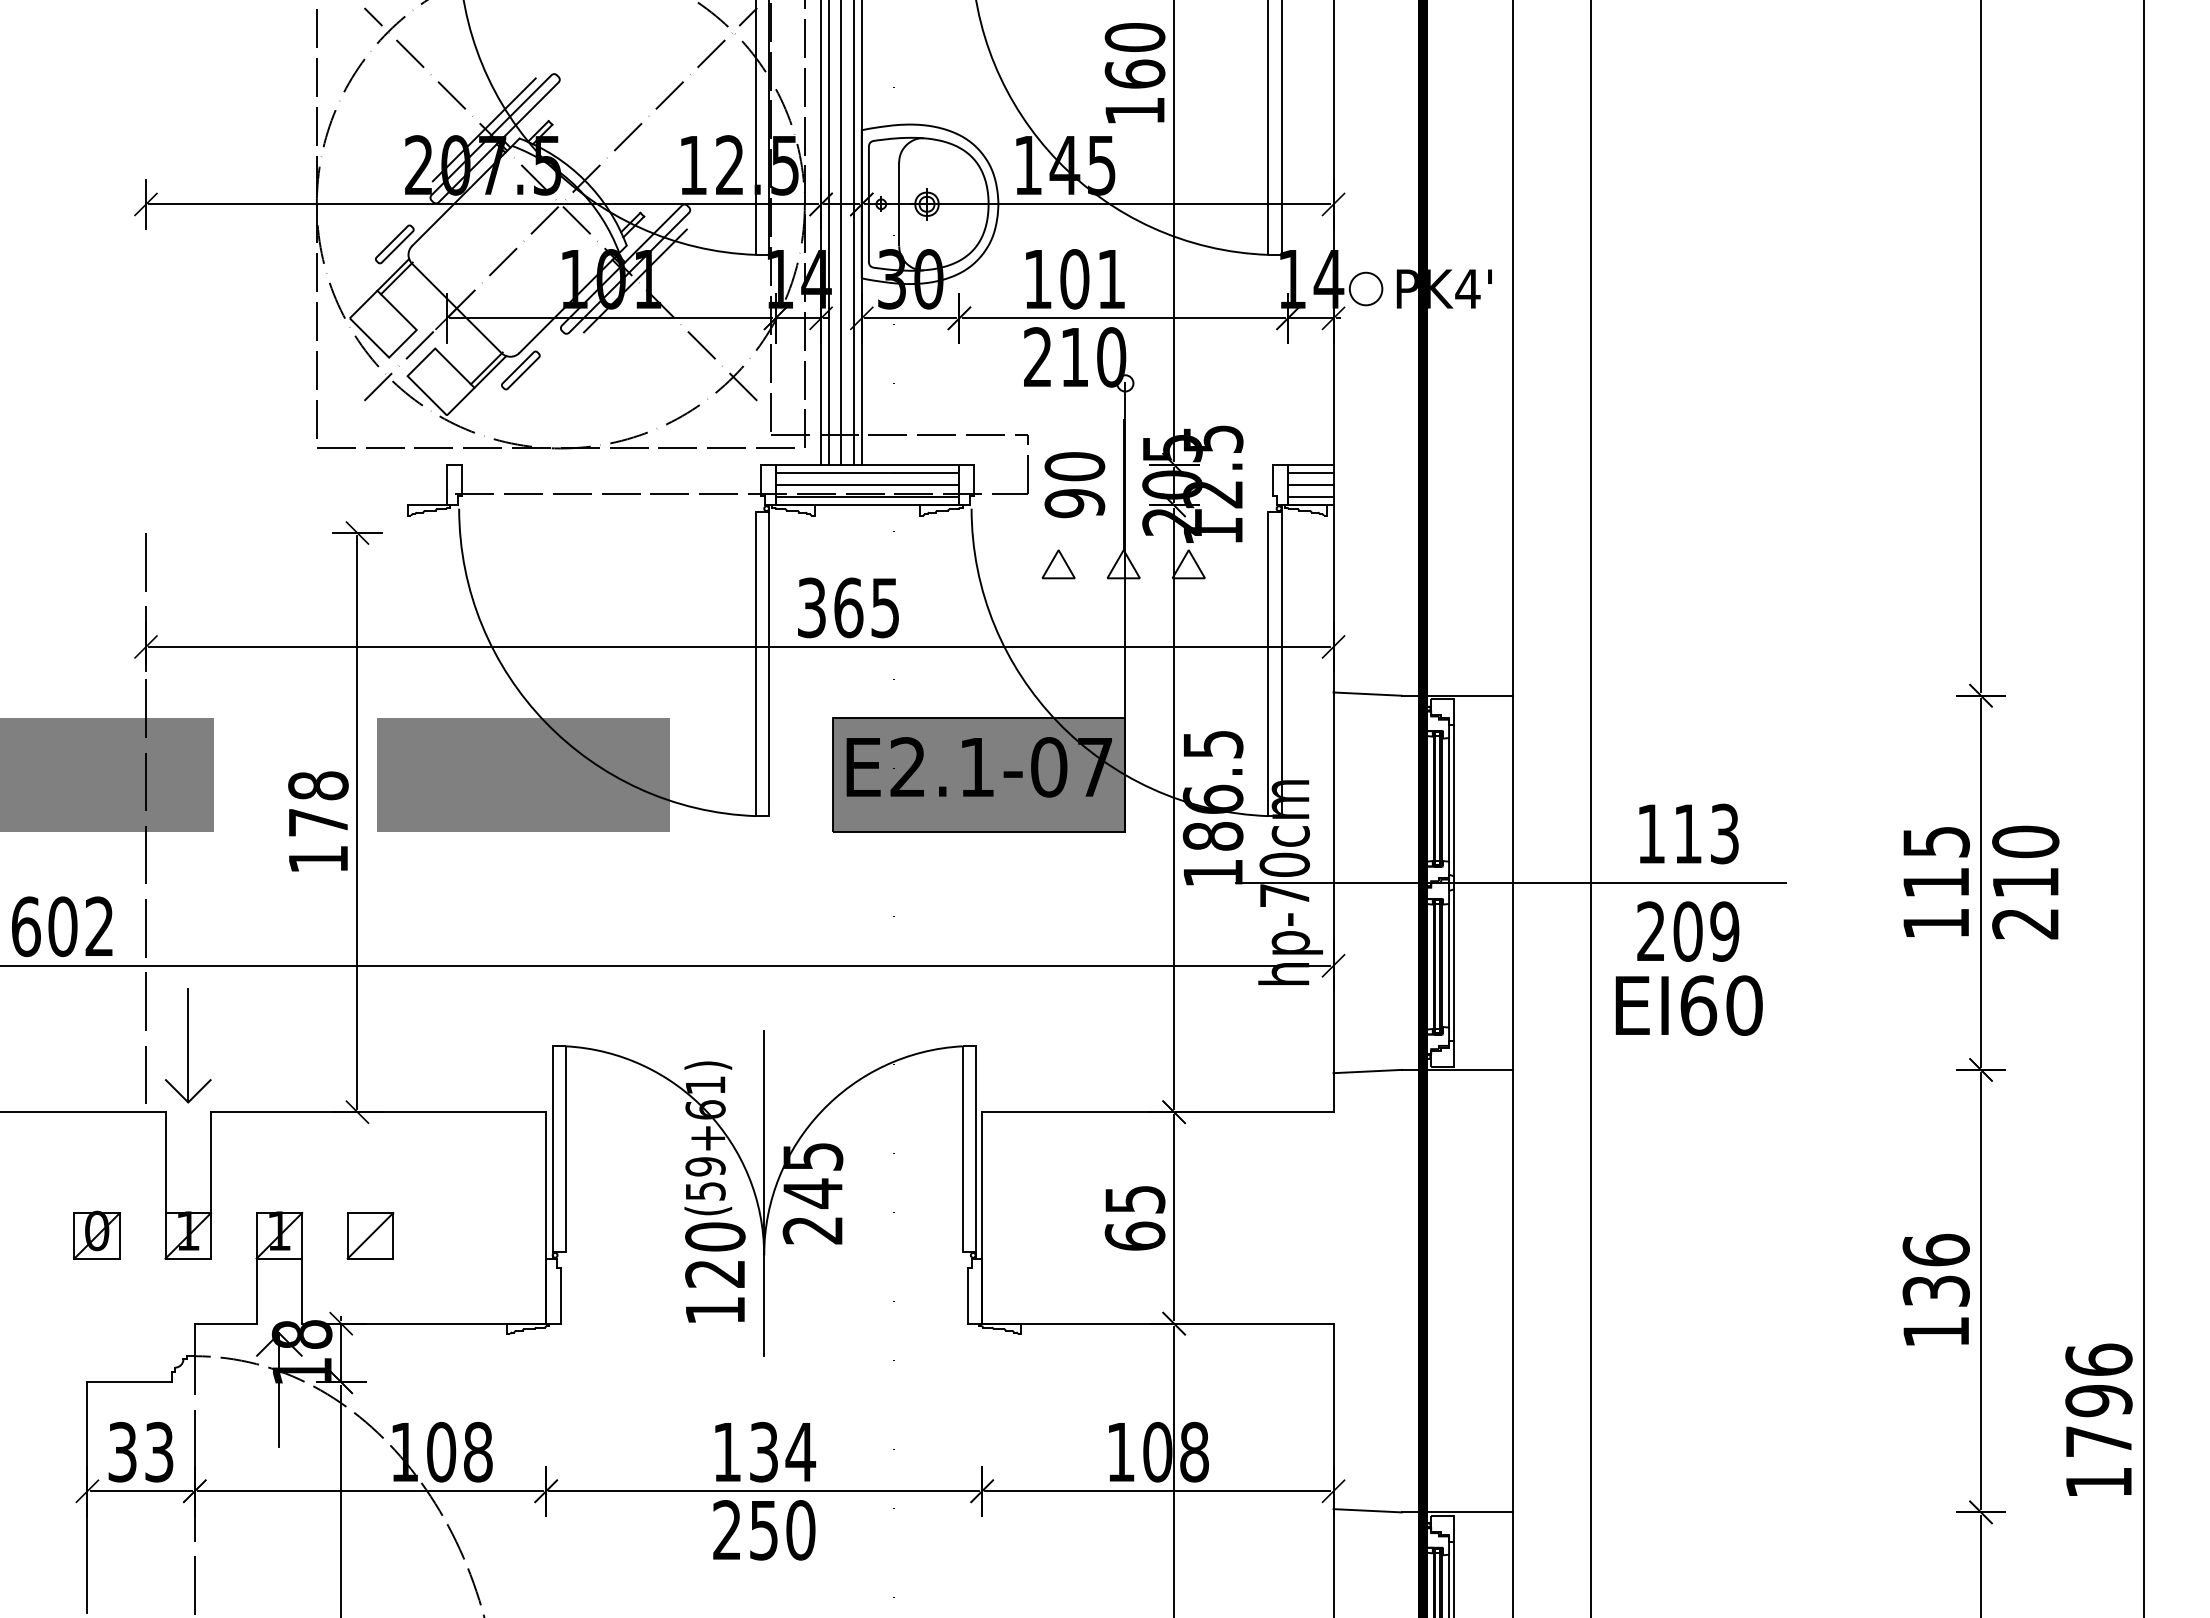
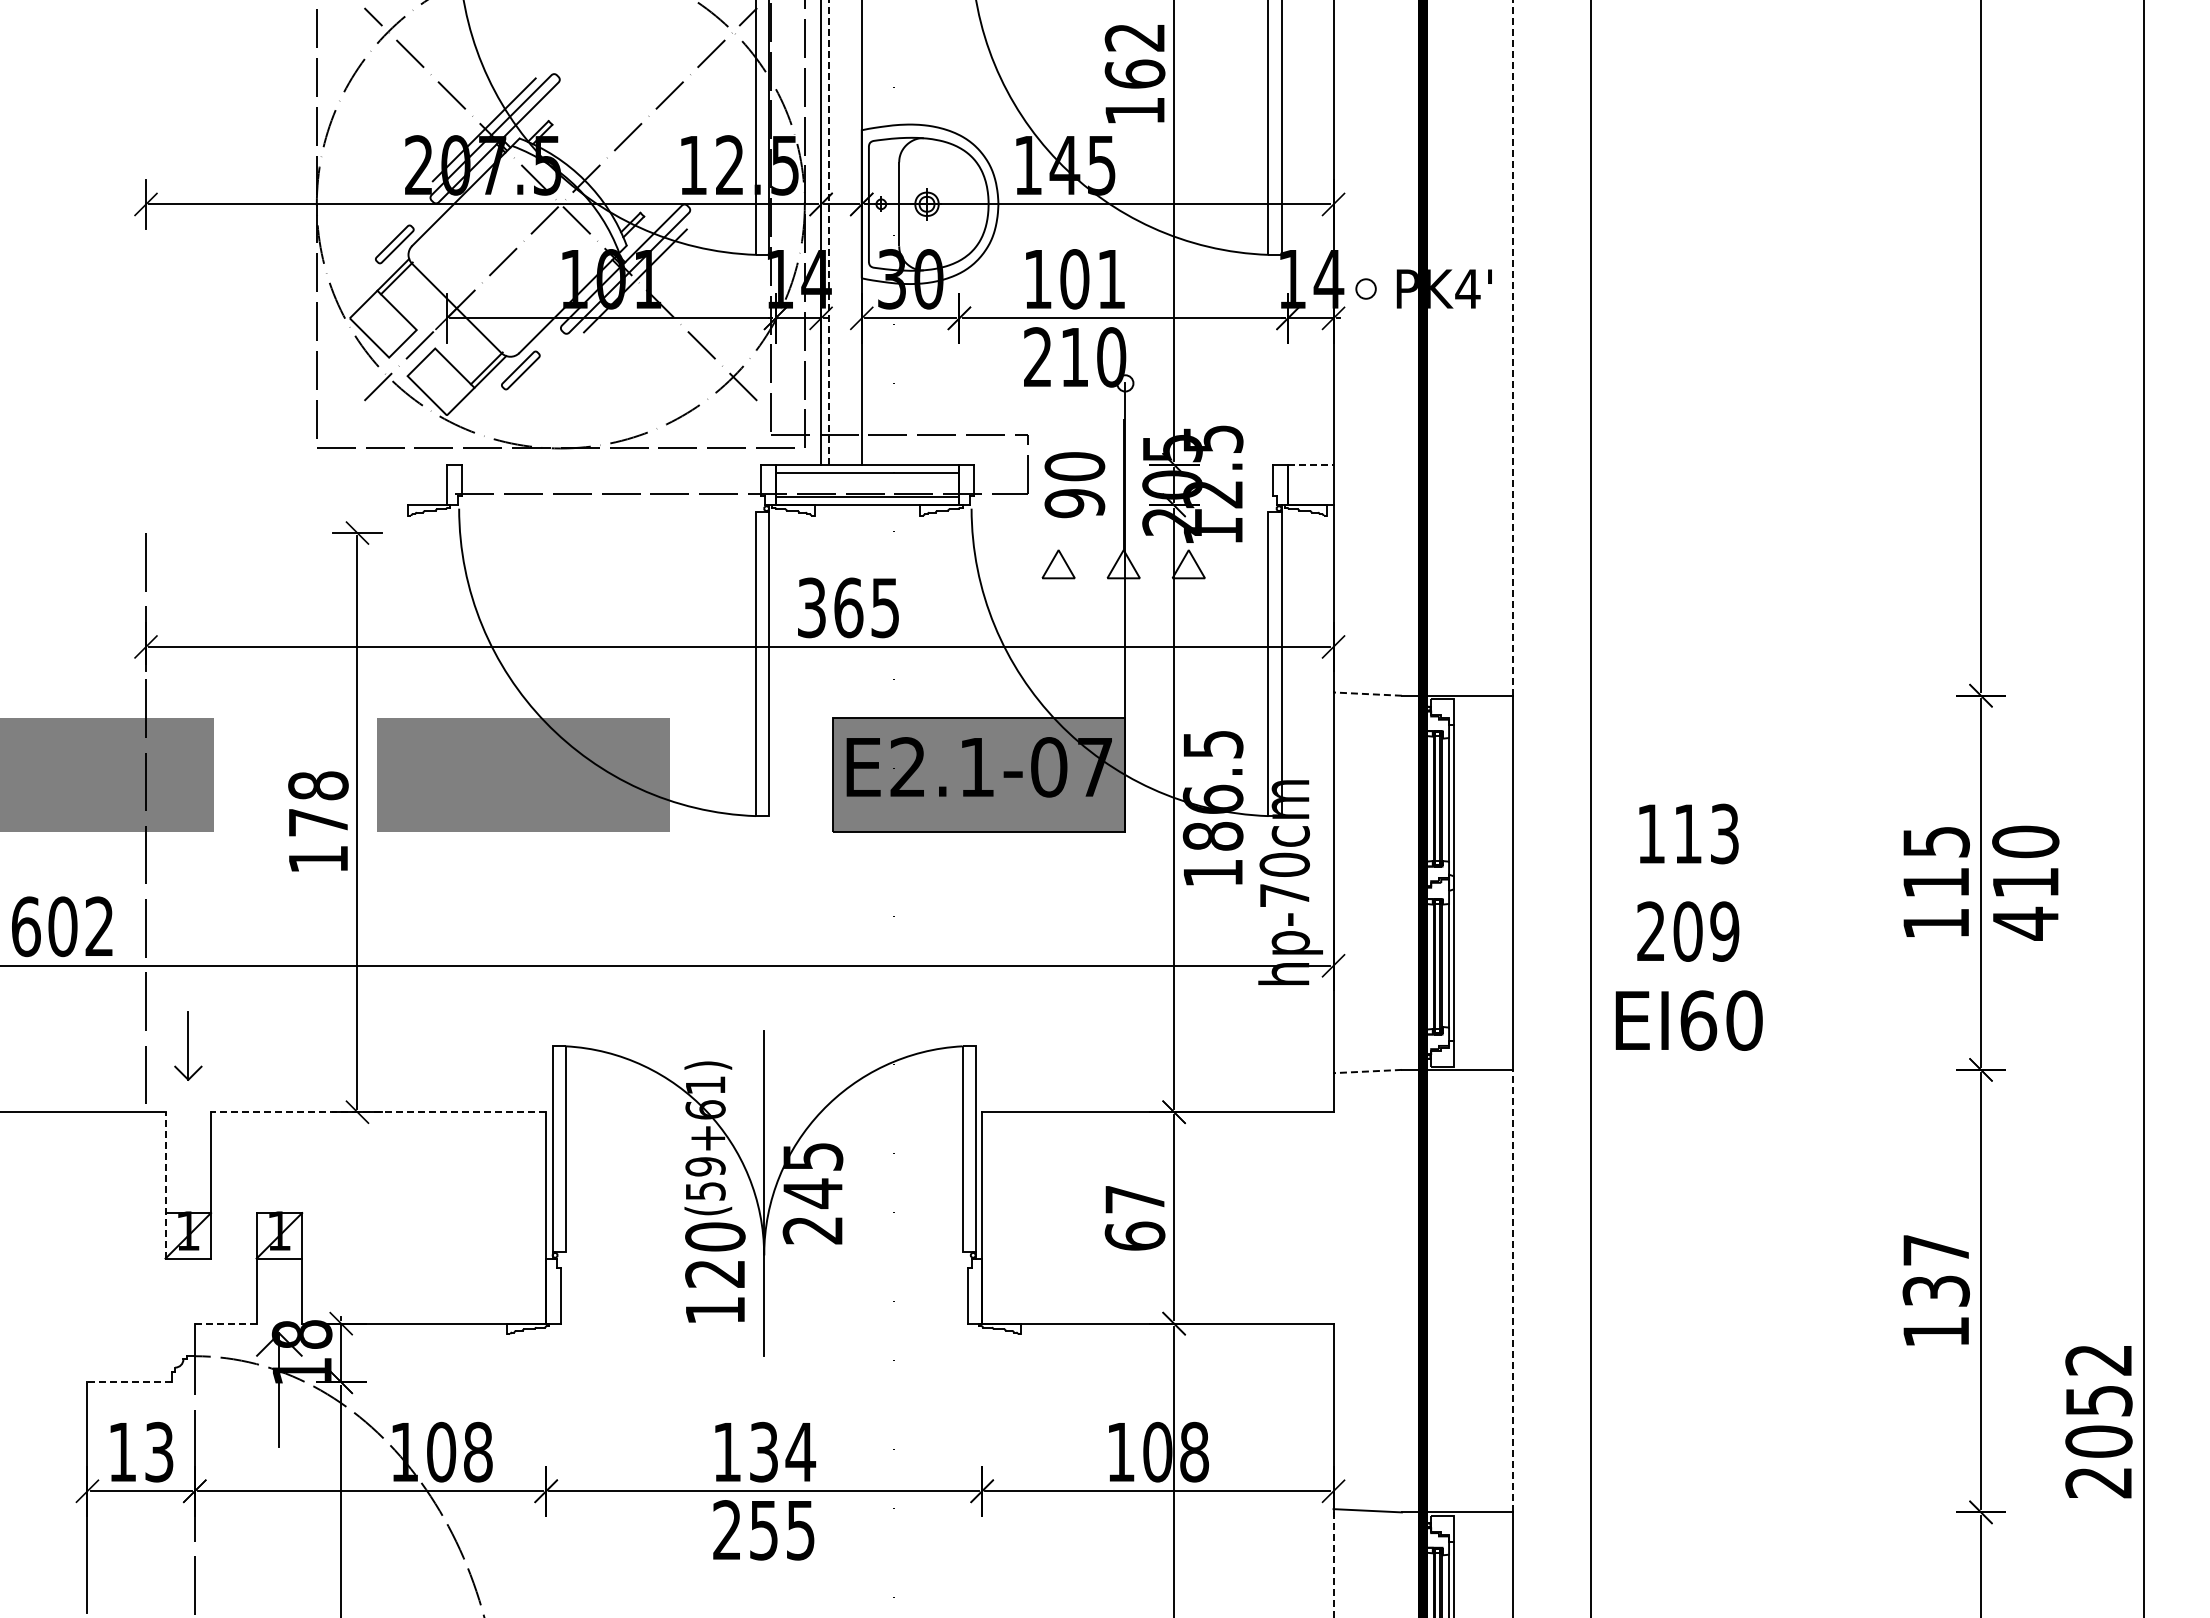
text at (1134, 37): 160 -> 162
line at (829, 231): solid -> dashed
line at (841, 233): present -> none
line at (853, 233): present -> none
circle at (1365, 288) diameter: 33 px -> 20 px
line at (1512, 347): solid -> dashed
line at (1310, 464): solid -> dashed
line at (1310, 472): present -> none
line at (867, 485): present -> none
line at (1310, 485): present -> none
line at (1310, 497): present -> none
line at (1367, 694): solid -> dashed
line at (1510, 882): present -> none
text at (2025, 923): 210 -> 410
text at (1688, 1005) position: (1688, 1005) -> (1688, 1020)
part at (188, 1045) size: 47x116 px -> 29x70 px
line at (1367, 1071): solid -> dashed
line at (378, 1112): solid -> dashed
line at (165, 1184): solid -> dashed
text at (1135, 1199): 65 -> 67
part at (96, 1234): present -> none
part at (370, 1235): present -> none
text at (1935, 1249): 136 -> 137
line at (1512, 1290): solid -> dashed
line at (225, 1323): solid -> dashed
line at (129, 1382): solid -> dashed
text at (2098, 1420): 1796 -> 2052
text at (122, 1451): 33 -> 13
text at (800, 1530): 250 -> 255
line at (1333, 1563): solid -> dashed
